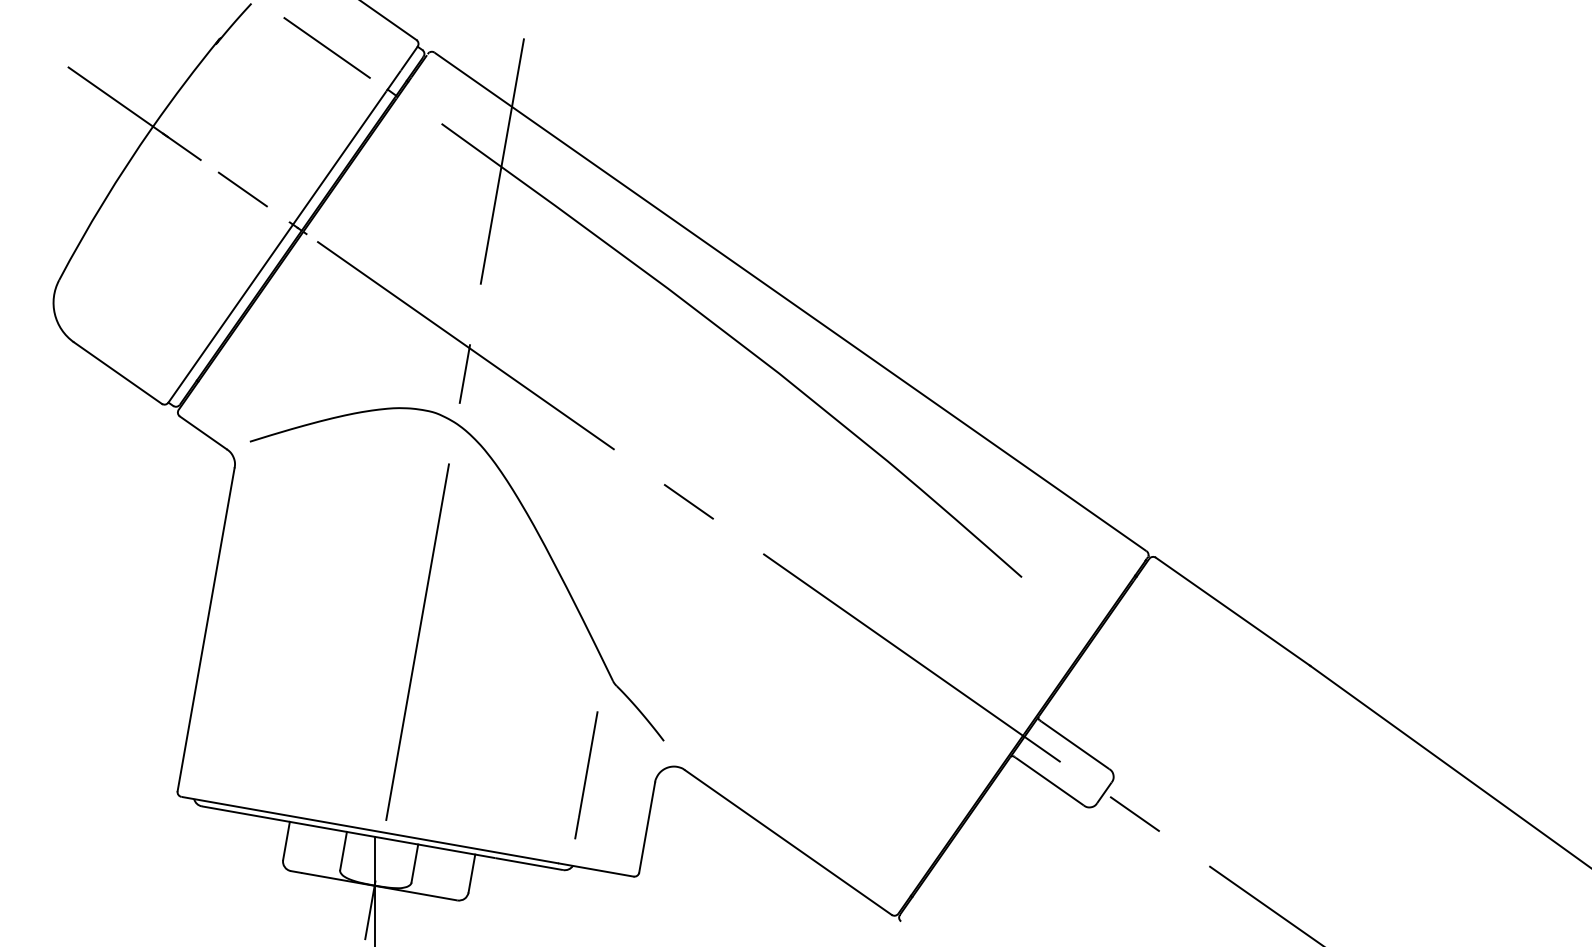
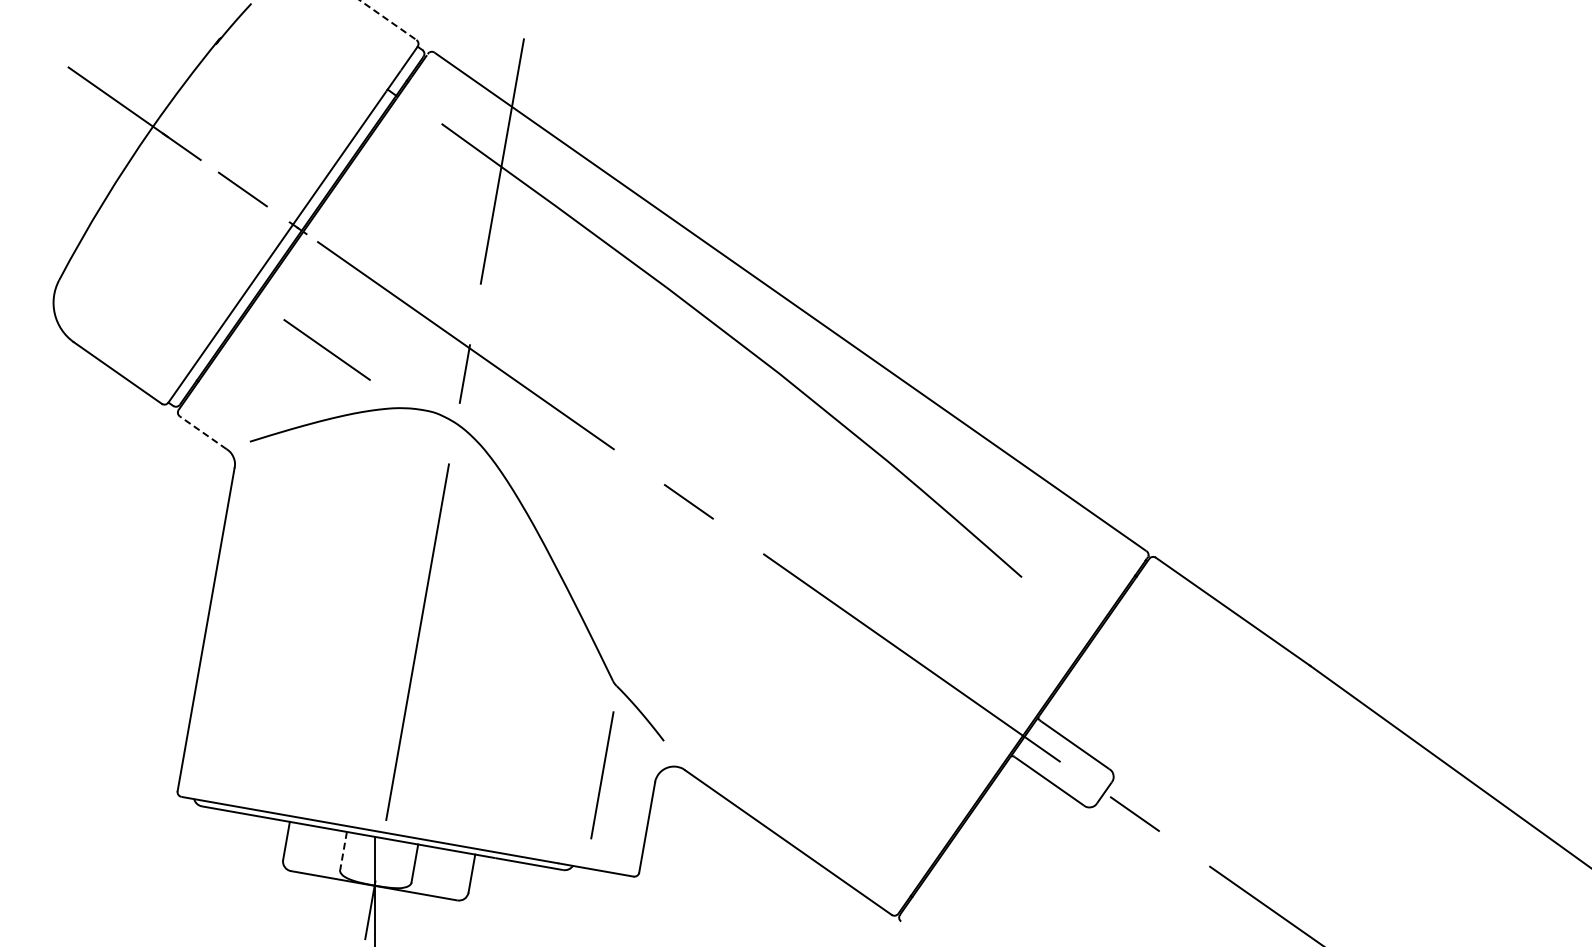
line at (388, 20): solid -> dashed
line at (326, 47) position: (326, 47) -> (326, 349)
line at (202, 432): solid -> dashed
line at (586, 775) position: (586, 775) -> (602, 775)
line at (343, 851): solid -> dashed
